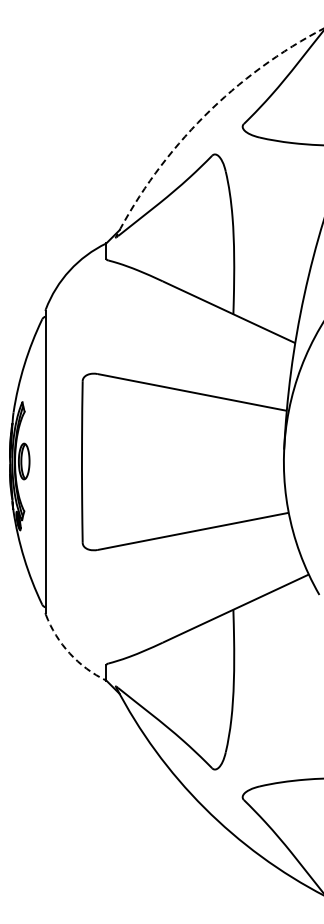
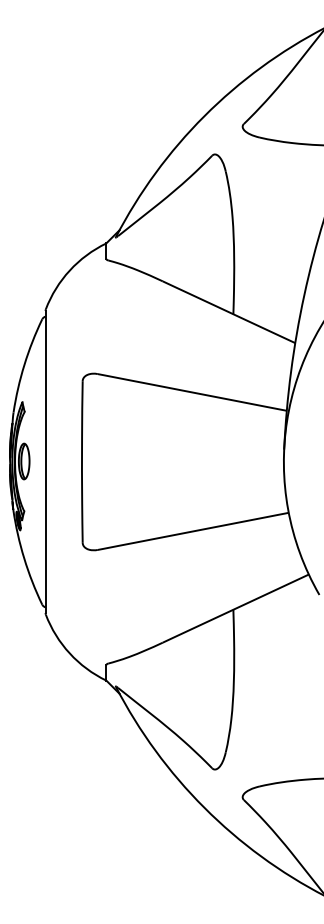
arc at (203, 116): dashed -> solid
arc at (69, 653): dashed -> solid
